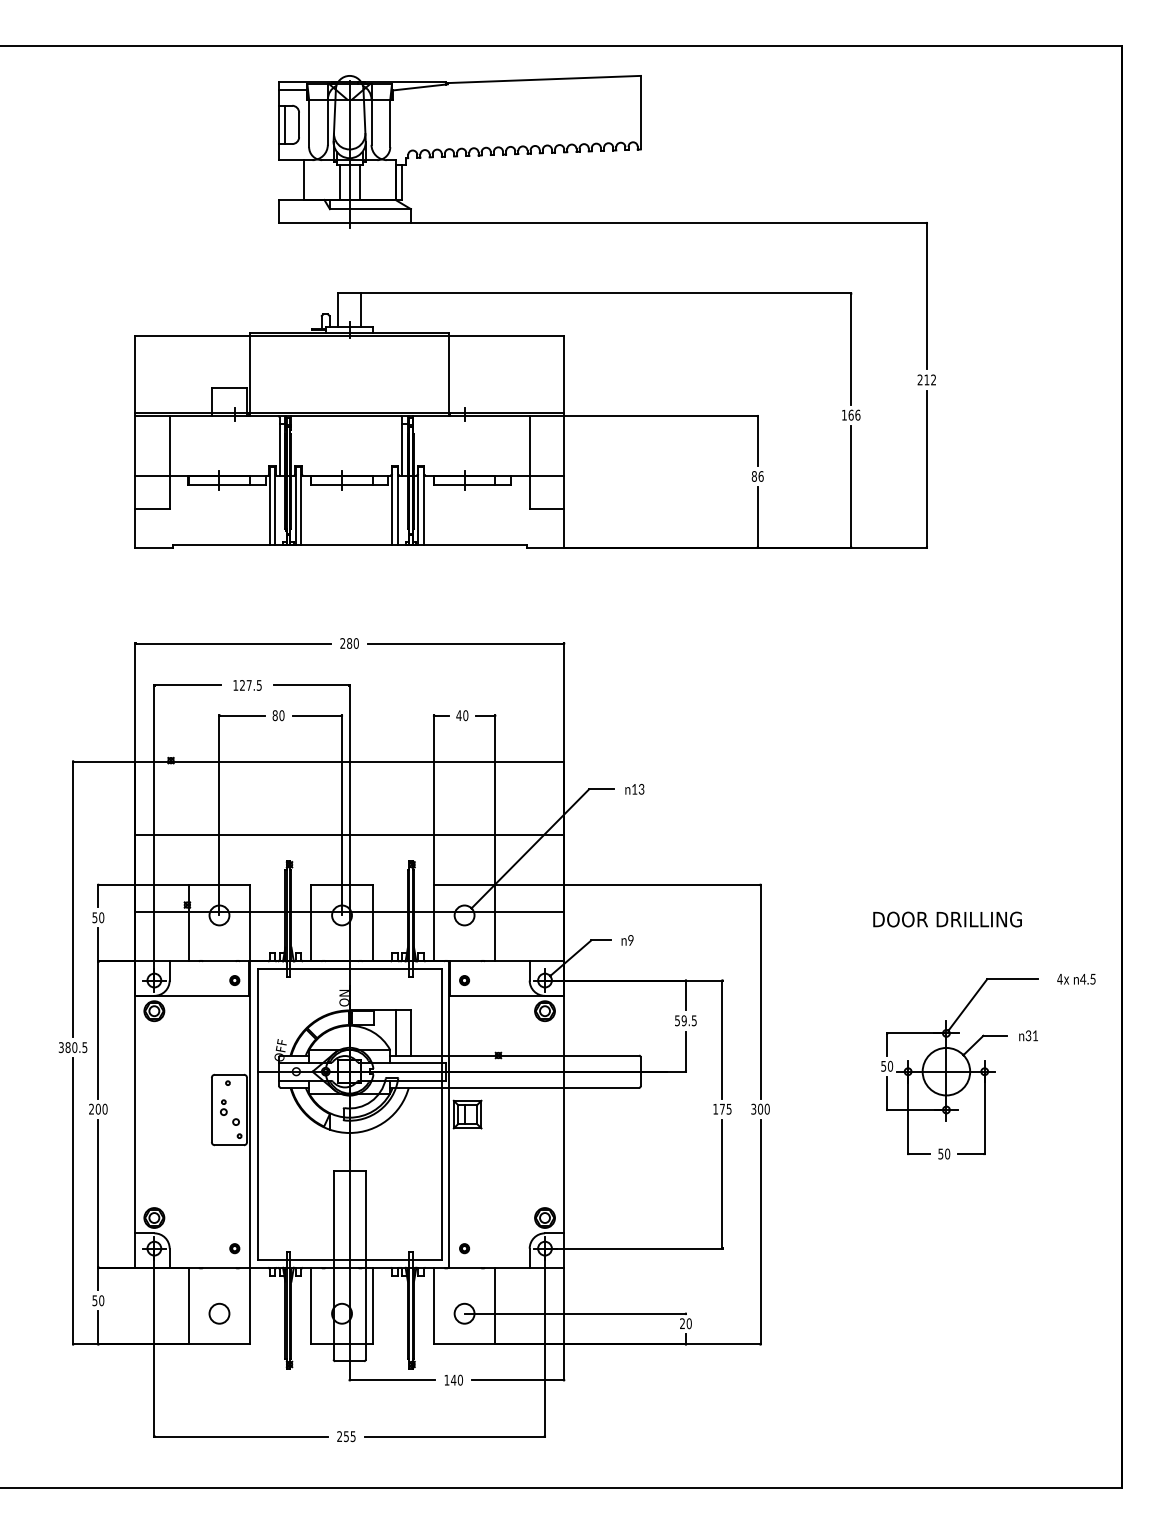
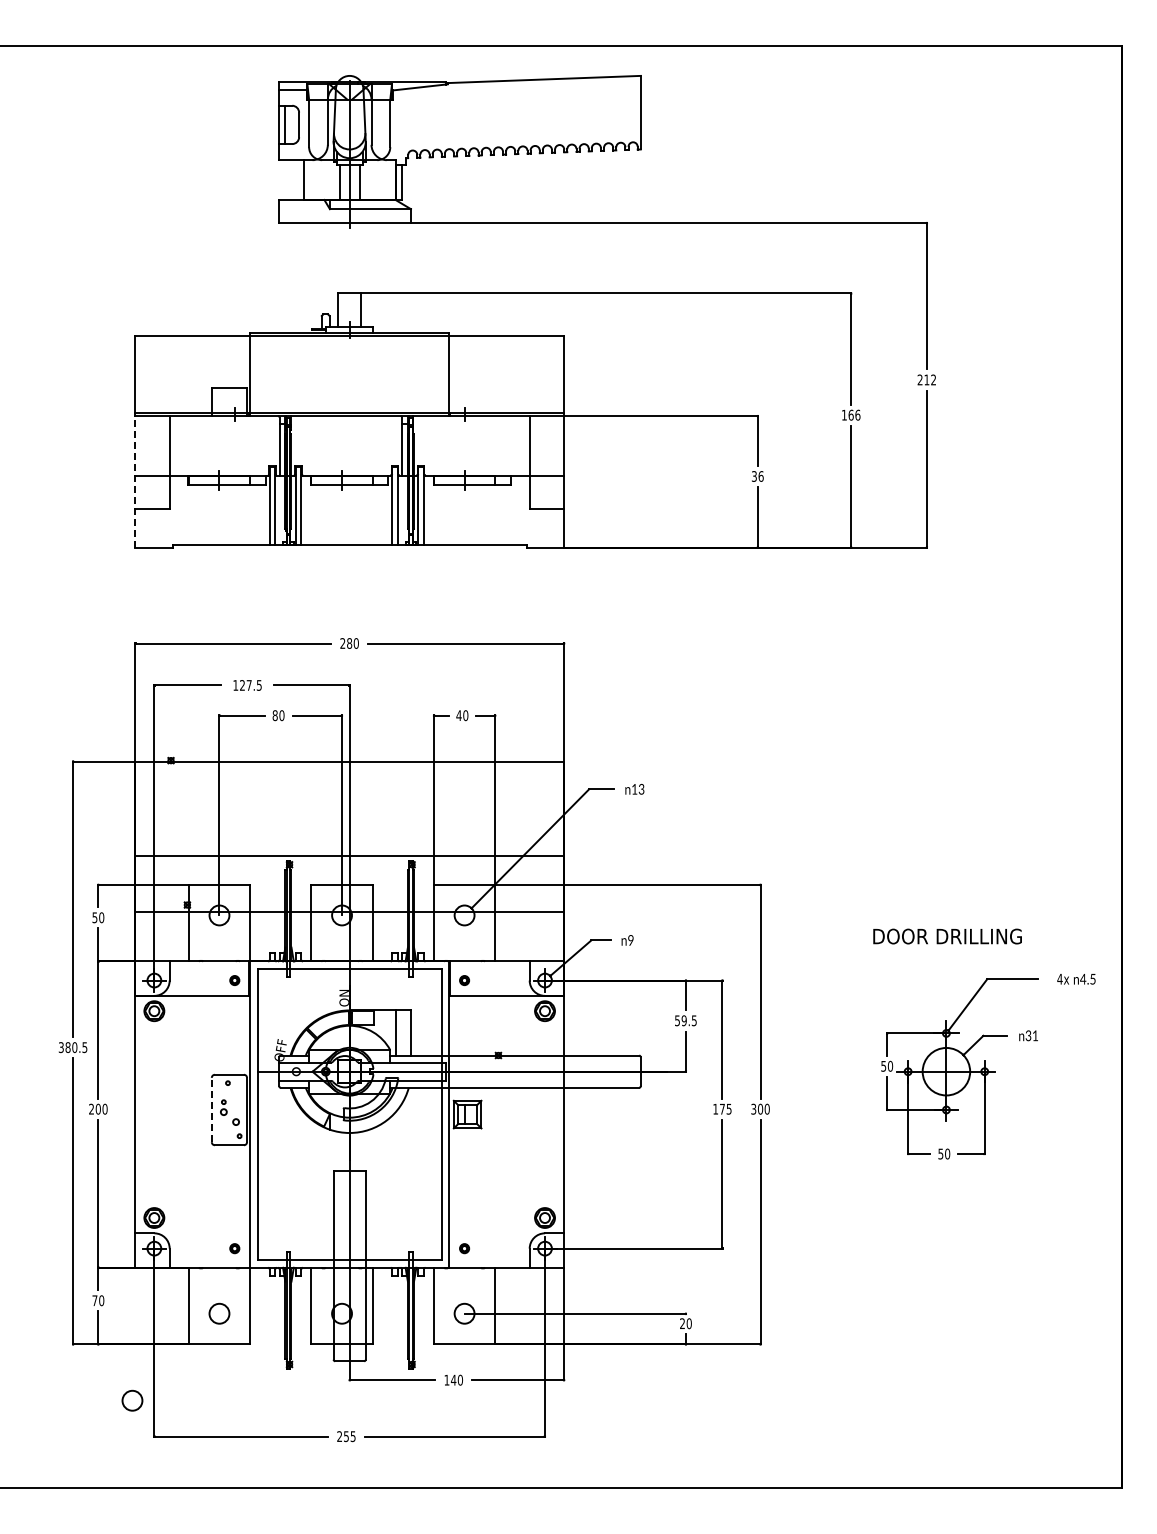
text at (753, 476): 86 -> 36
line at (135, 481): solid -> dashed
line at (349, 835) position: (349, 835) -> (349, 856)
text at (947, 919) position: (947, 919) -> (947, 936)
line at (211, 1109): solid -> dashed
text at (94, 1300): 50 -> 70
circle at (132, 1400): none -> present
